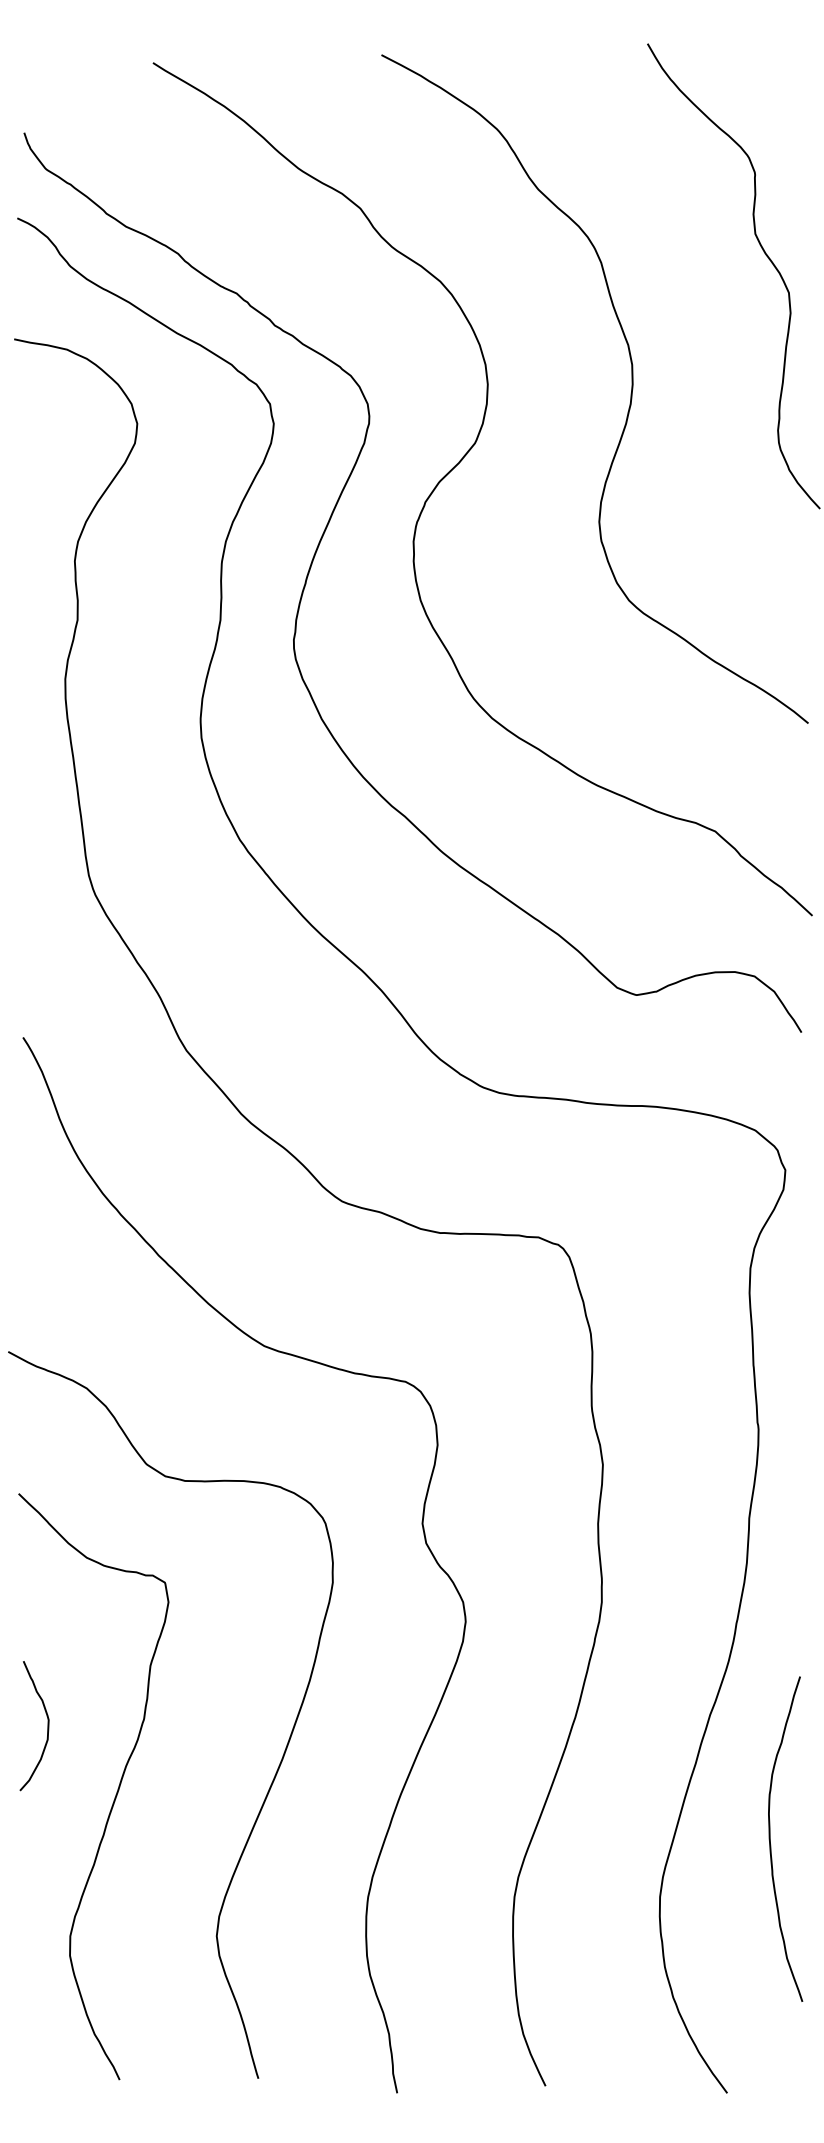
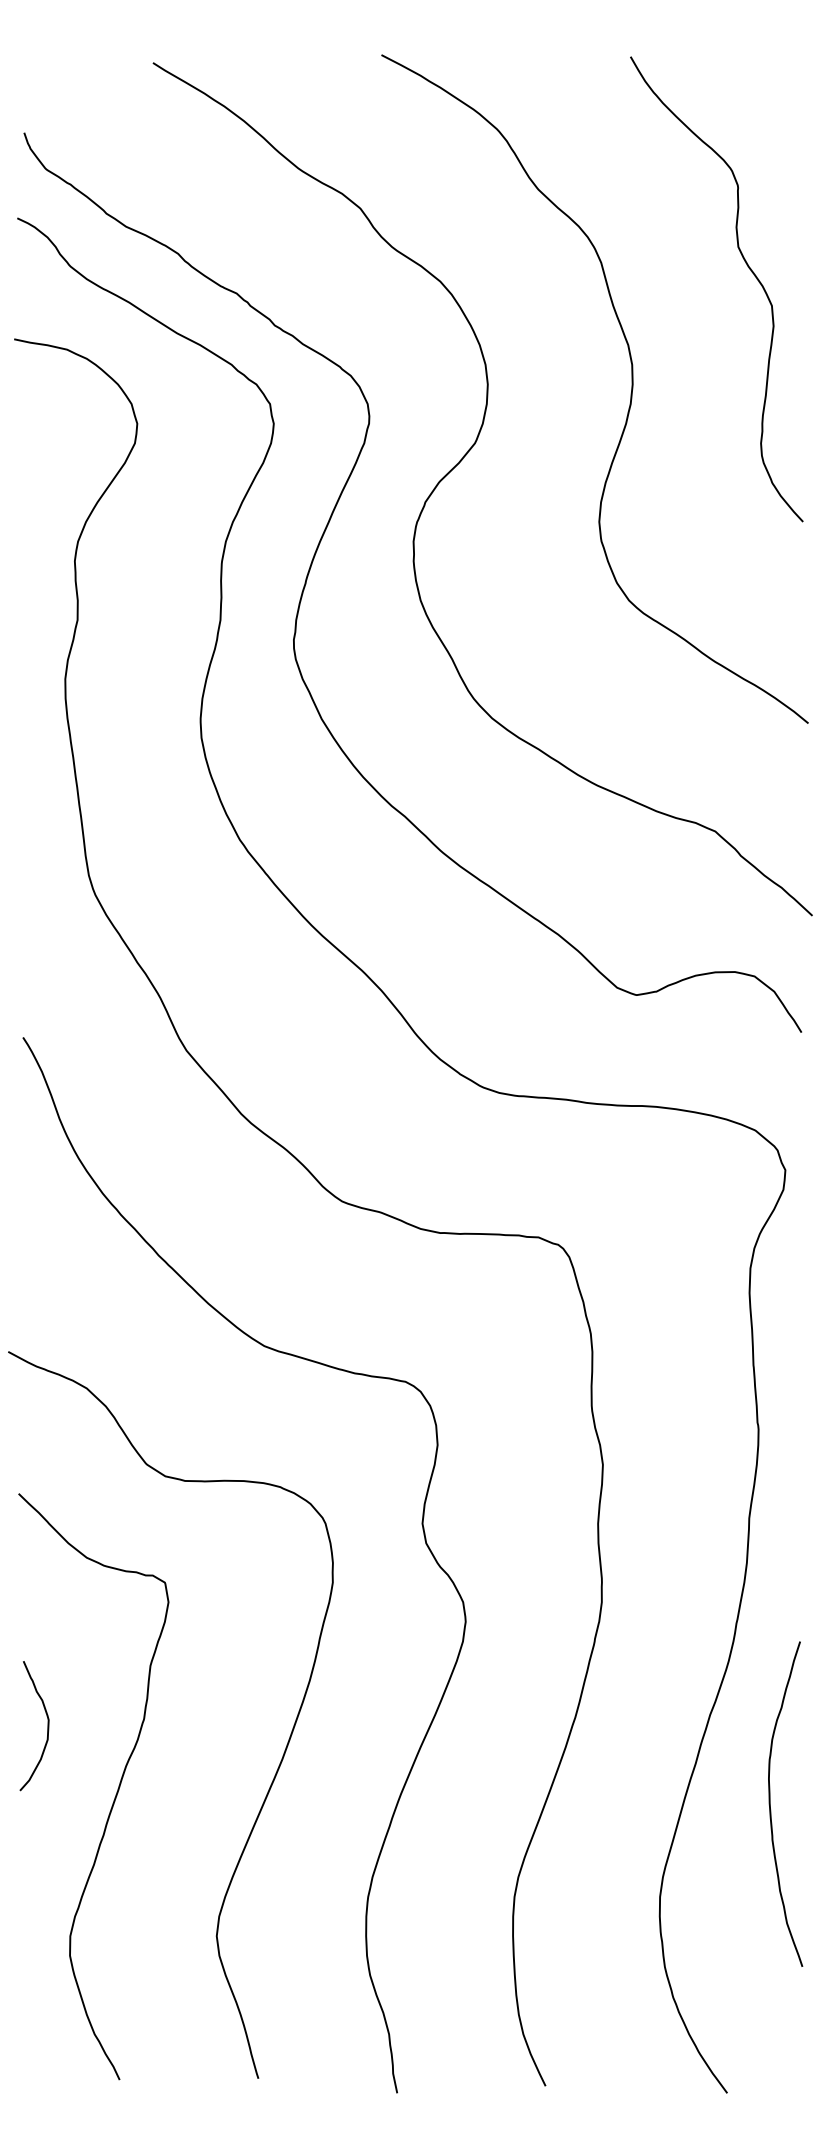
curve at (765, 255) position: (765, 255) -> (748, 268)
curve at (770, 1838) position: (770, 1838) -> (770, 1803)
